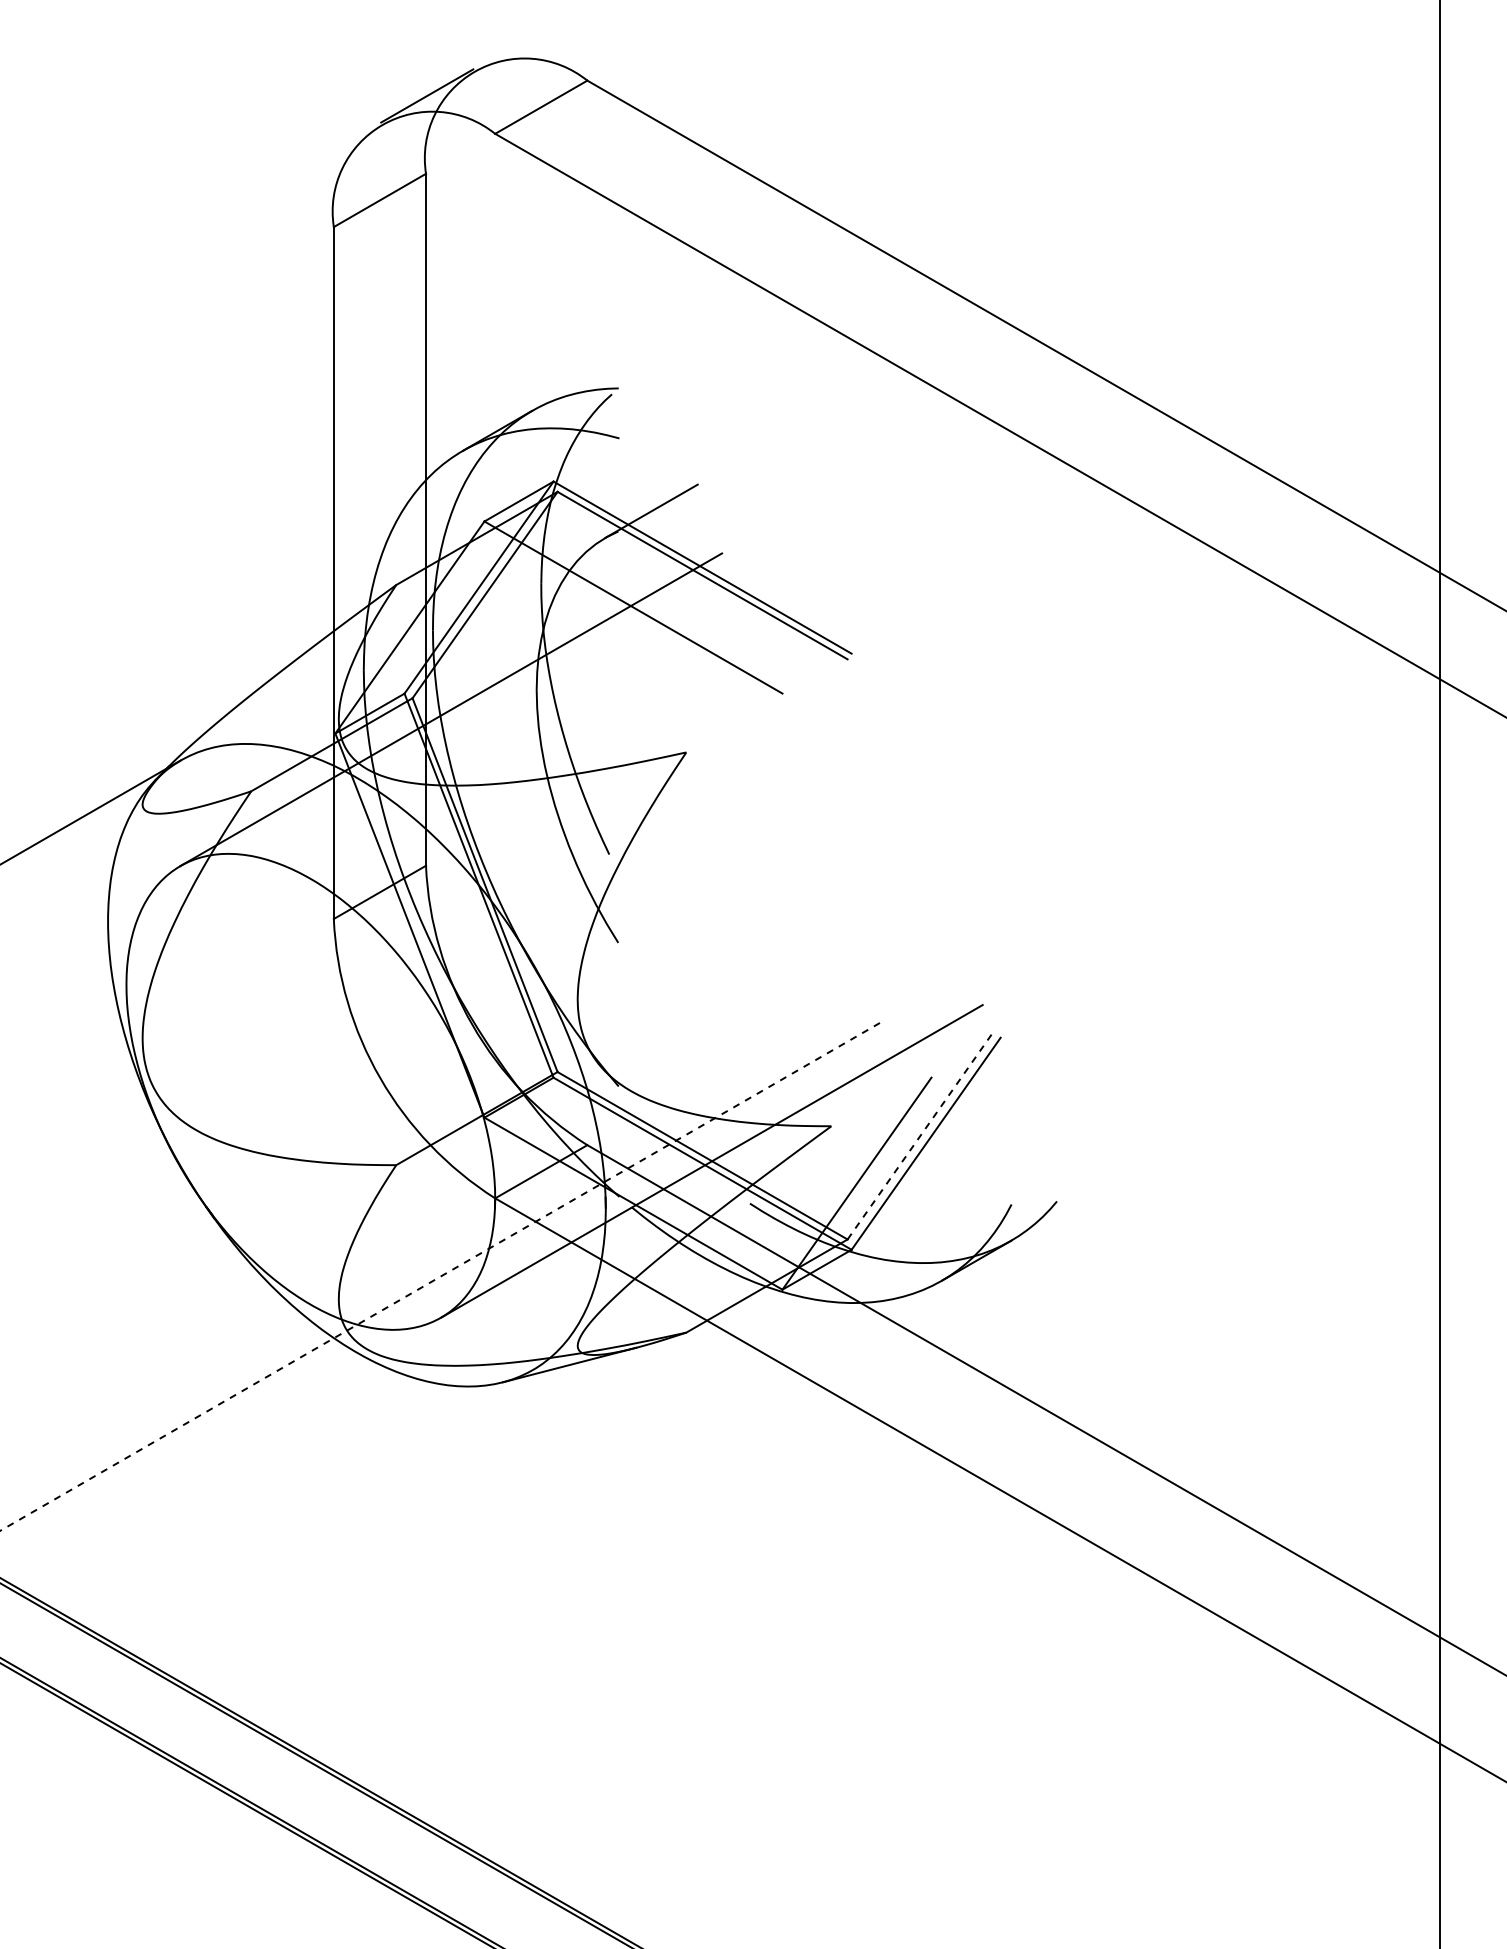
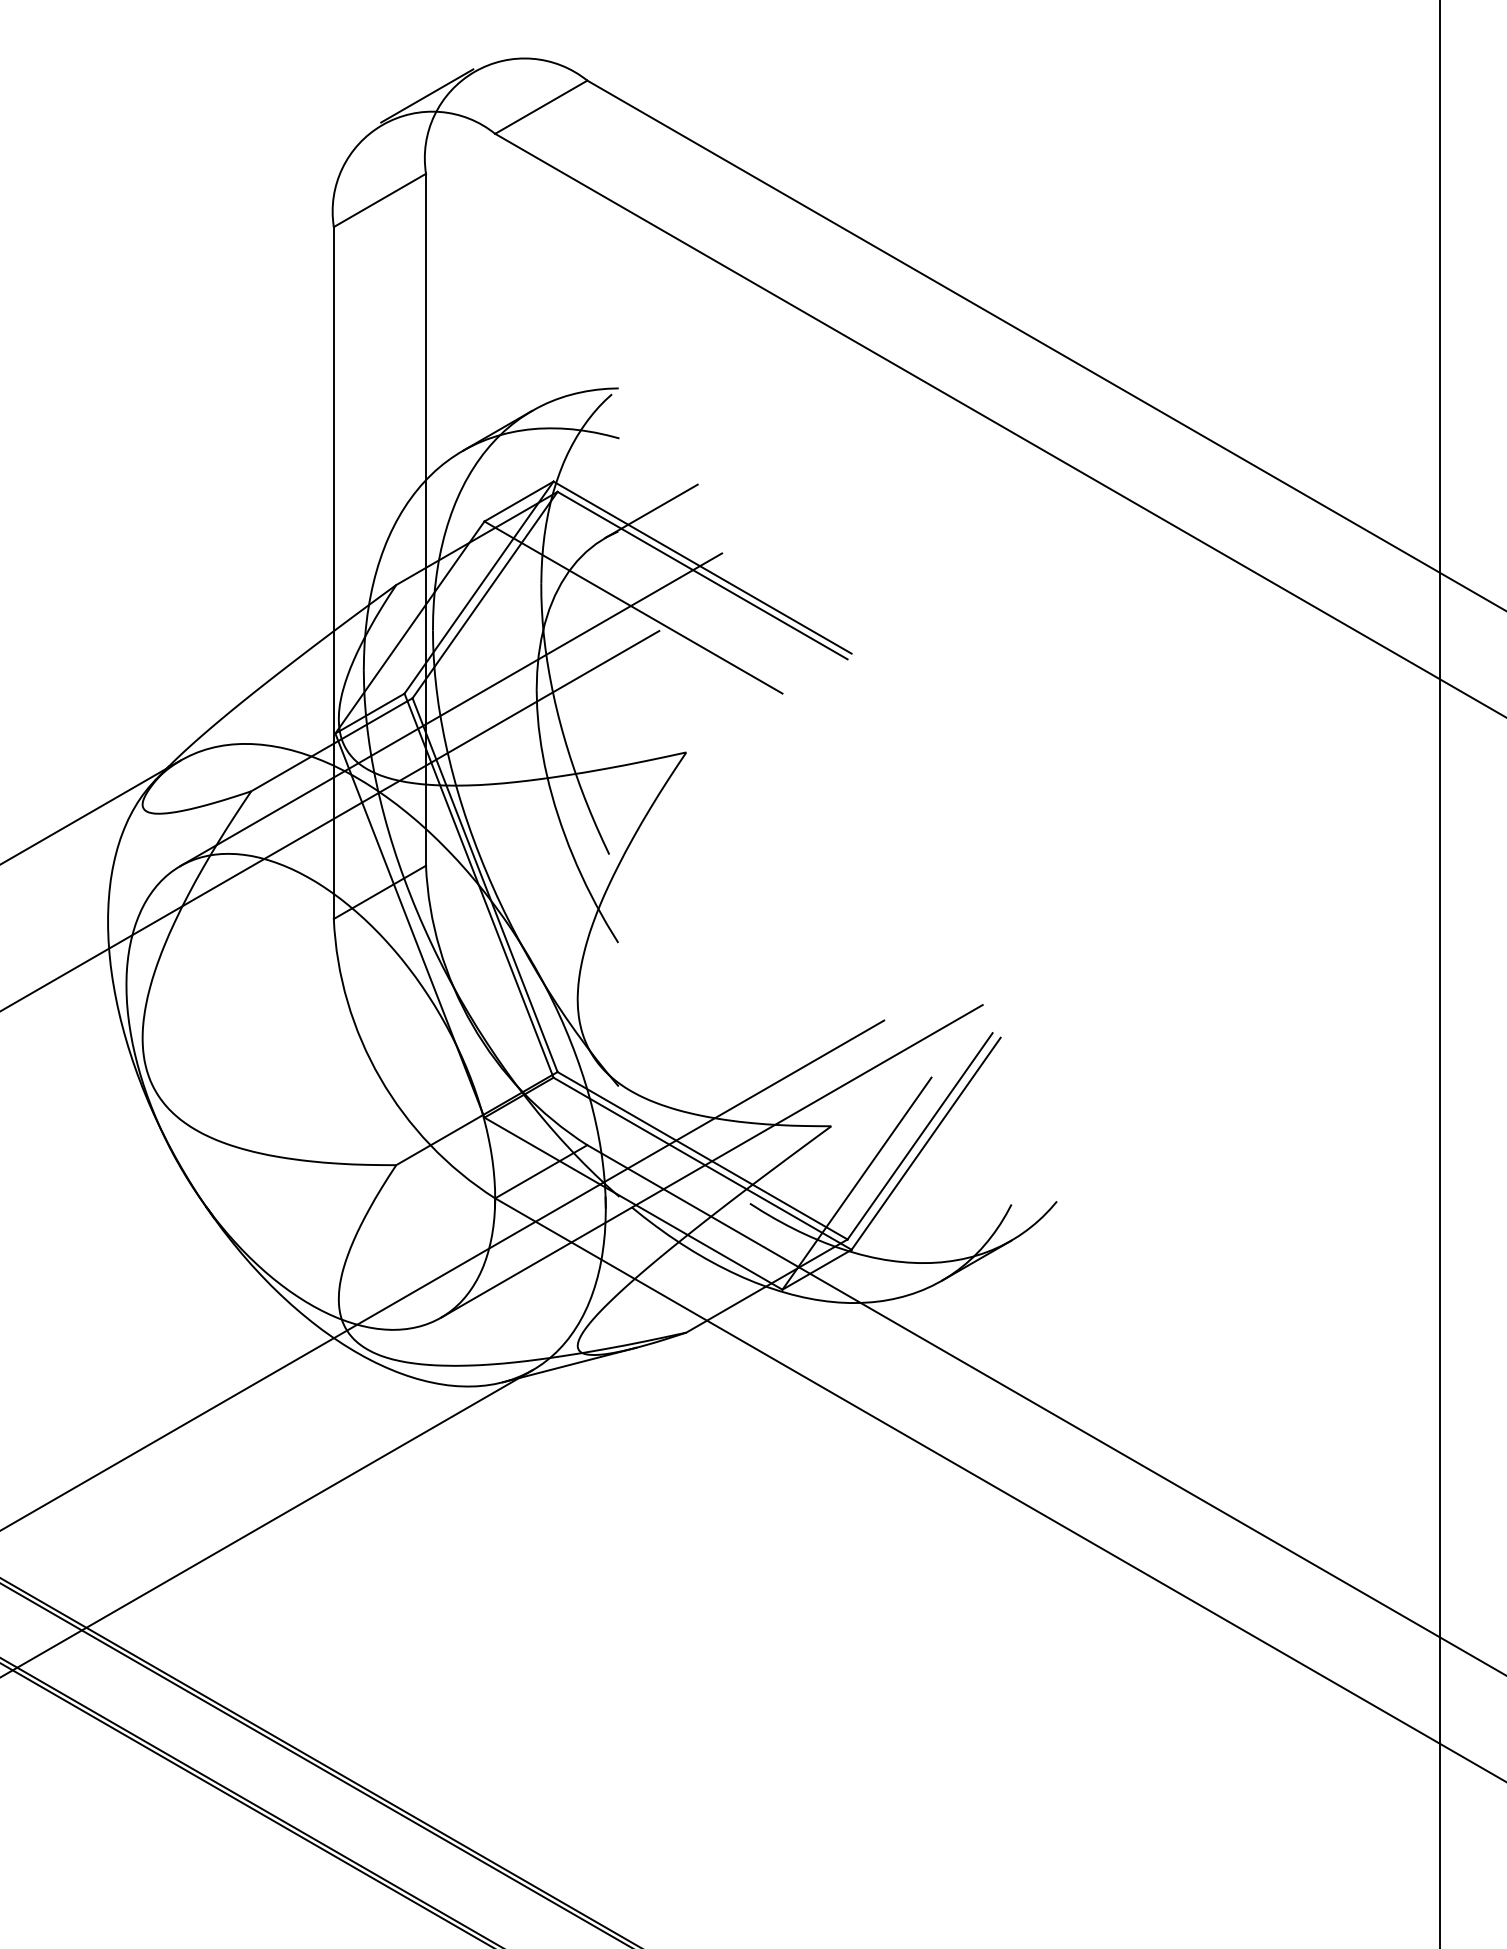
line at (330, 820): none -> present
line at (920, 1135): dashed -> solid
line at (442, 1275): dashed -> solid
line at (267, 1523): none -> present
